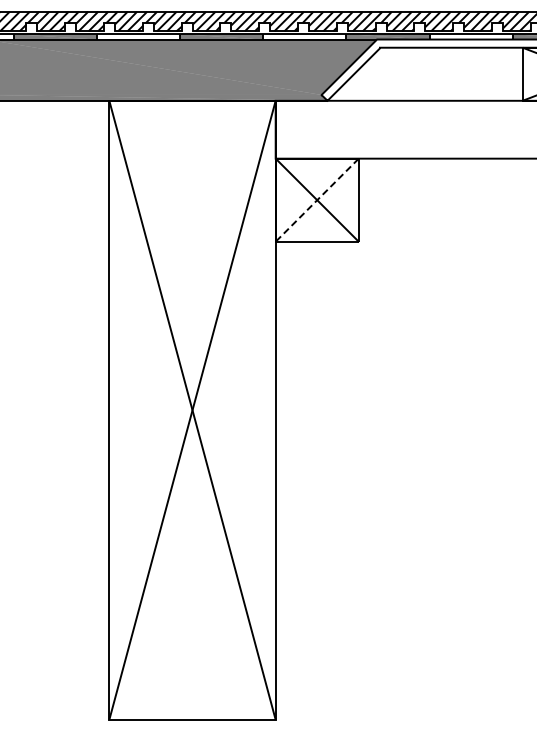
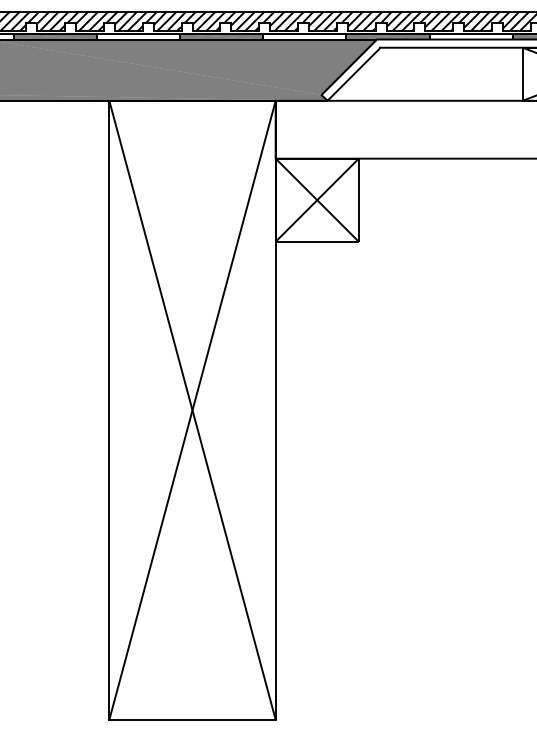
line at (317, 200): dashed -> solid
